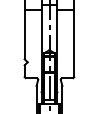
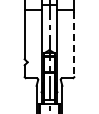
line at (74, 44): solid -> dashed
